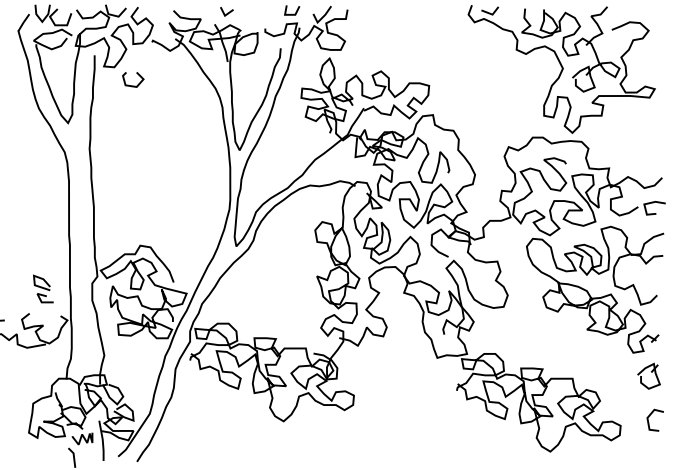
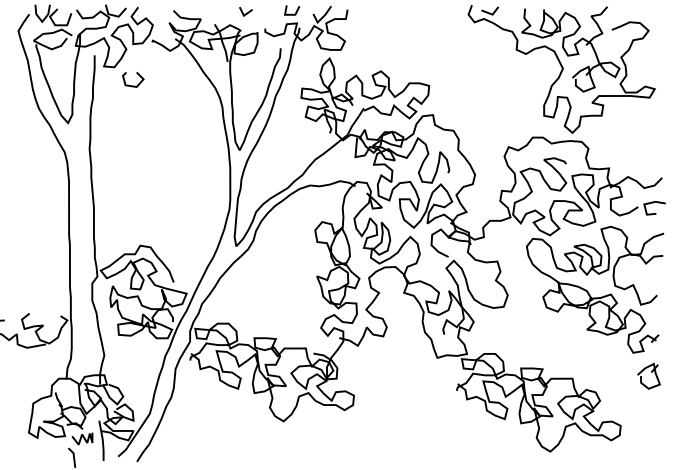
line at (227, 12) position: (227, 12) -> (246, 12)
part at (43, 288): present -> none
line at (649, 417): present -> none
